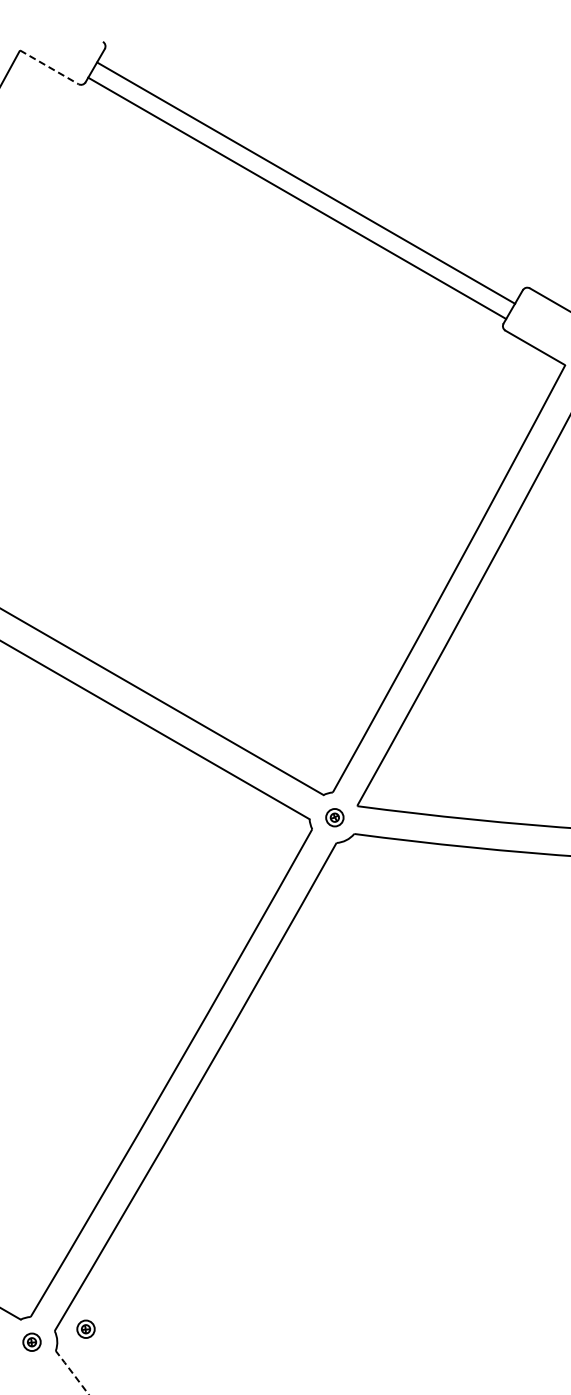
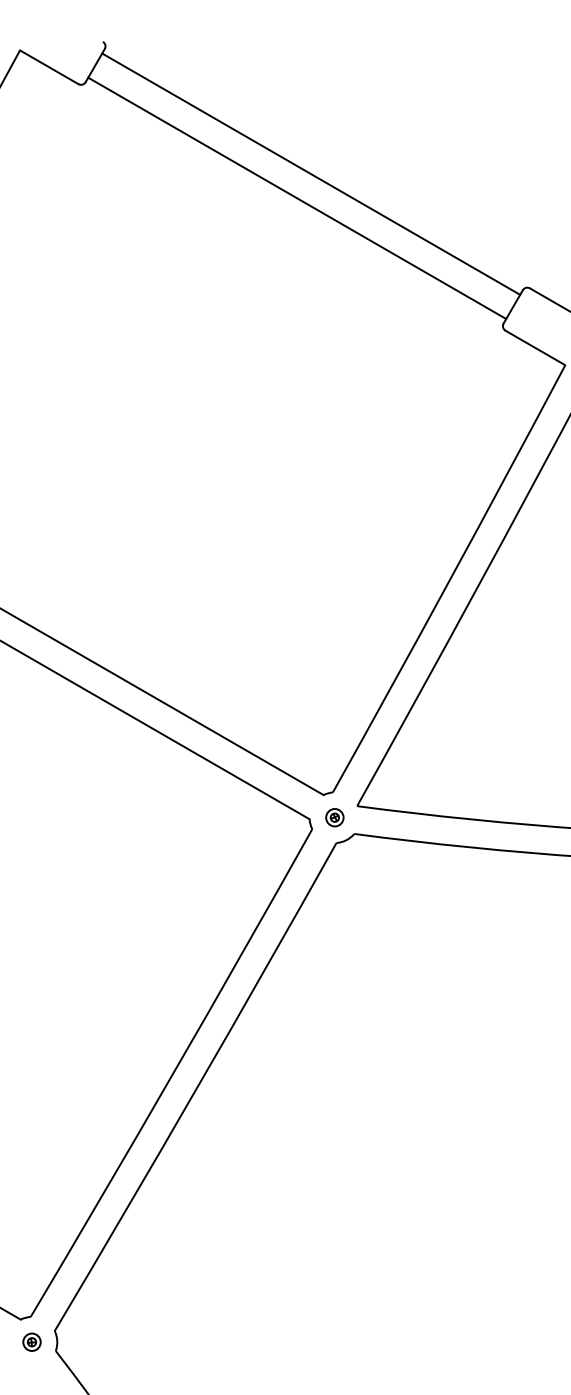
line at (49, 67): dashed -> solid
line at (306, 182) position: (306, 182) -> (311, 173)
part at (85, 1328): present -> none
arc at (71, 1372): dashed -> solid
